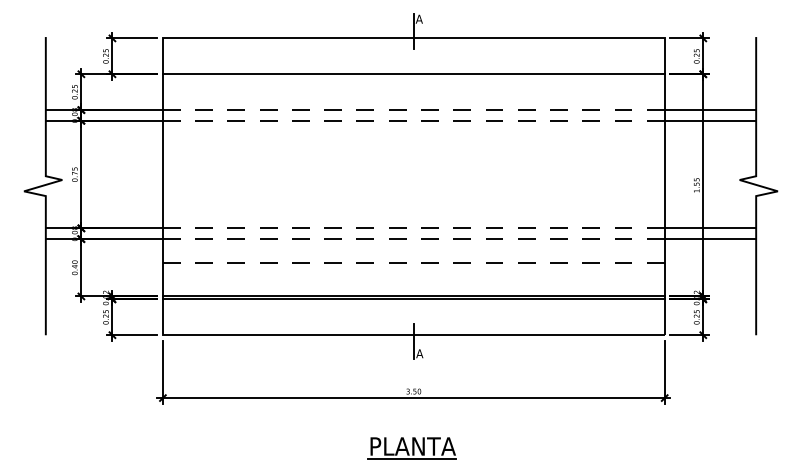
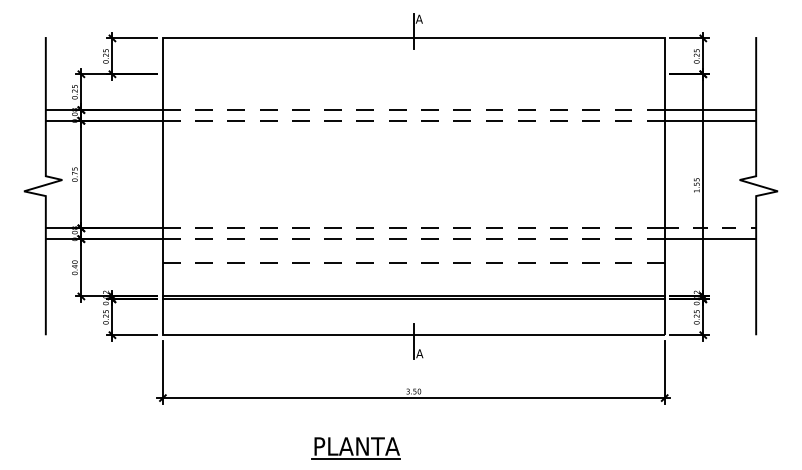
line at (413, 74): present -> none
line at (710, 228): solid -> dashed
part at (411, 448) position: (411, 448) -> (355, 448)
